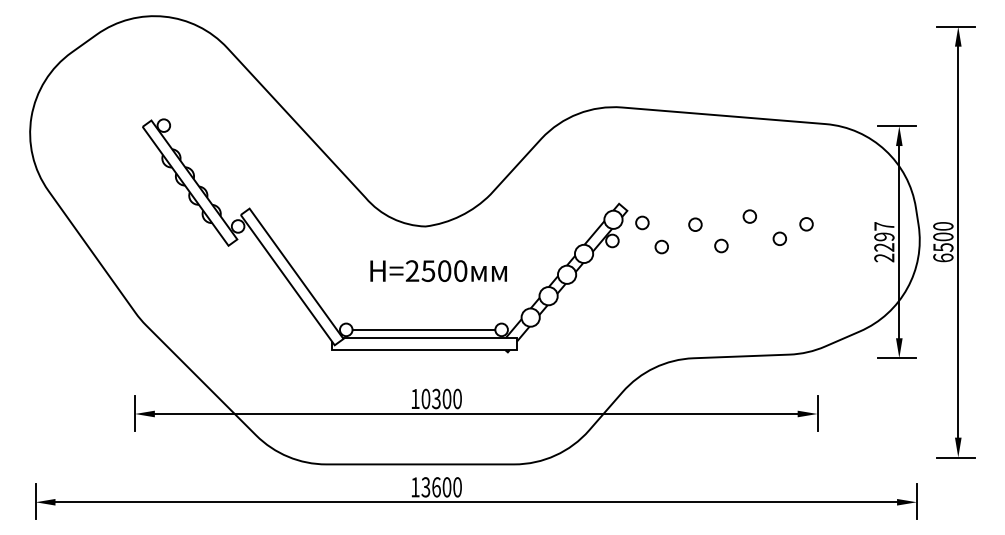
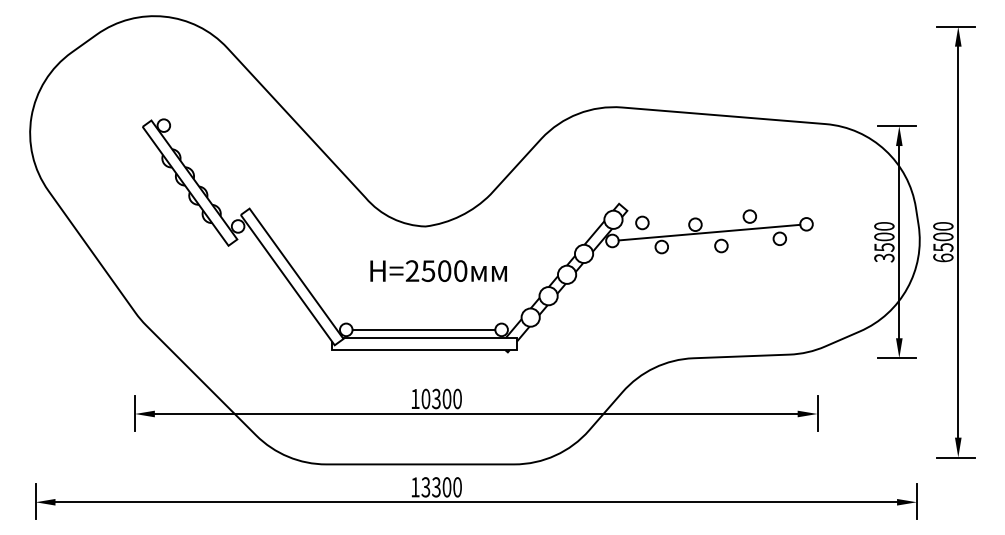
line at (709, 232): none -> present
text at (884, 242): 2297 -> 3500
text at (436, 487): 13600 -> 13300
